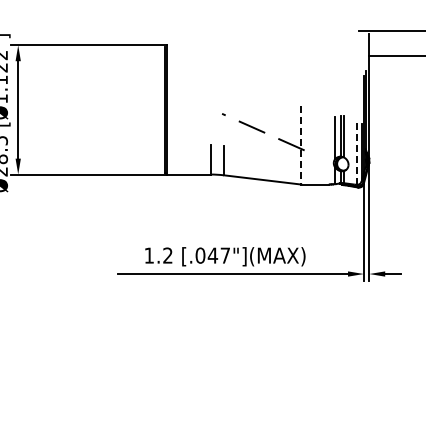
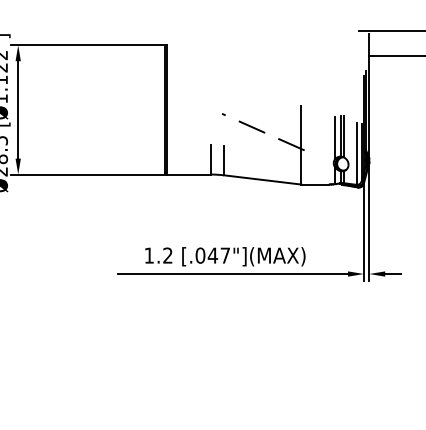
line at (301, 145): dashed -> solid
line at (356, 153): dashed -> solid
